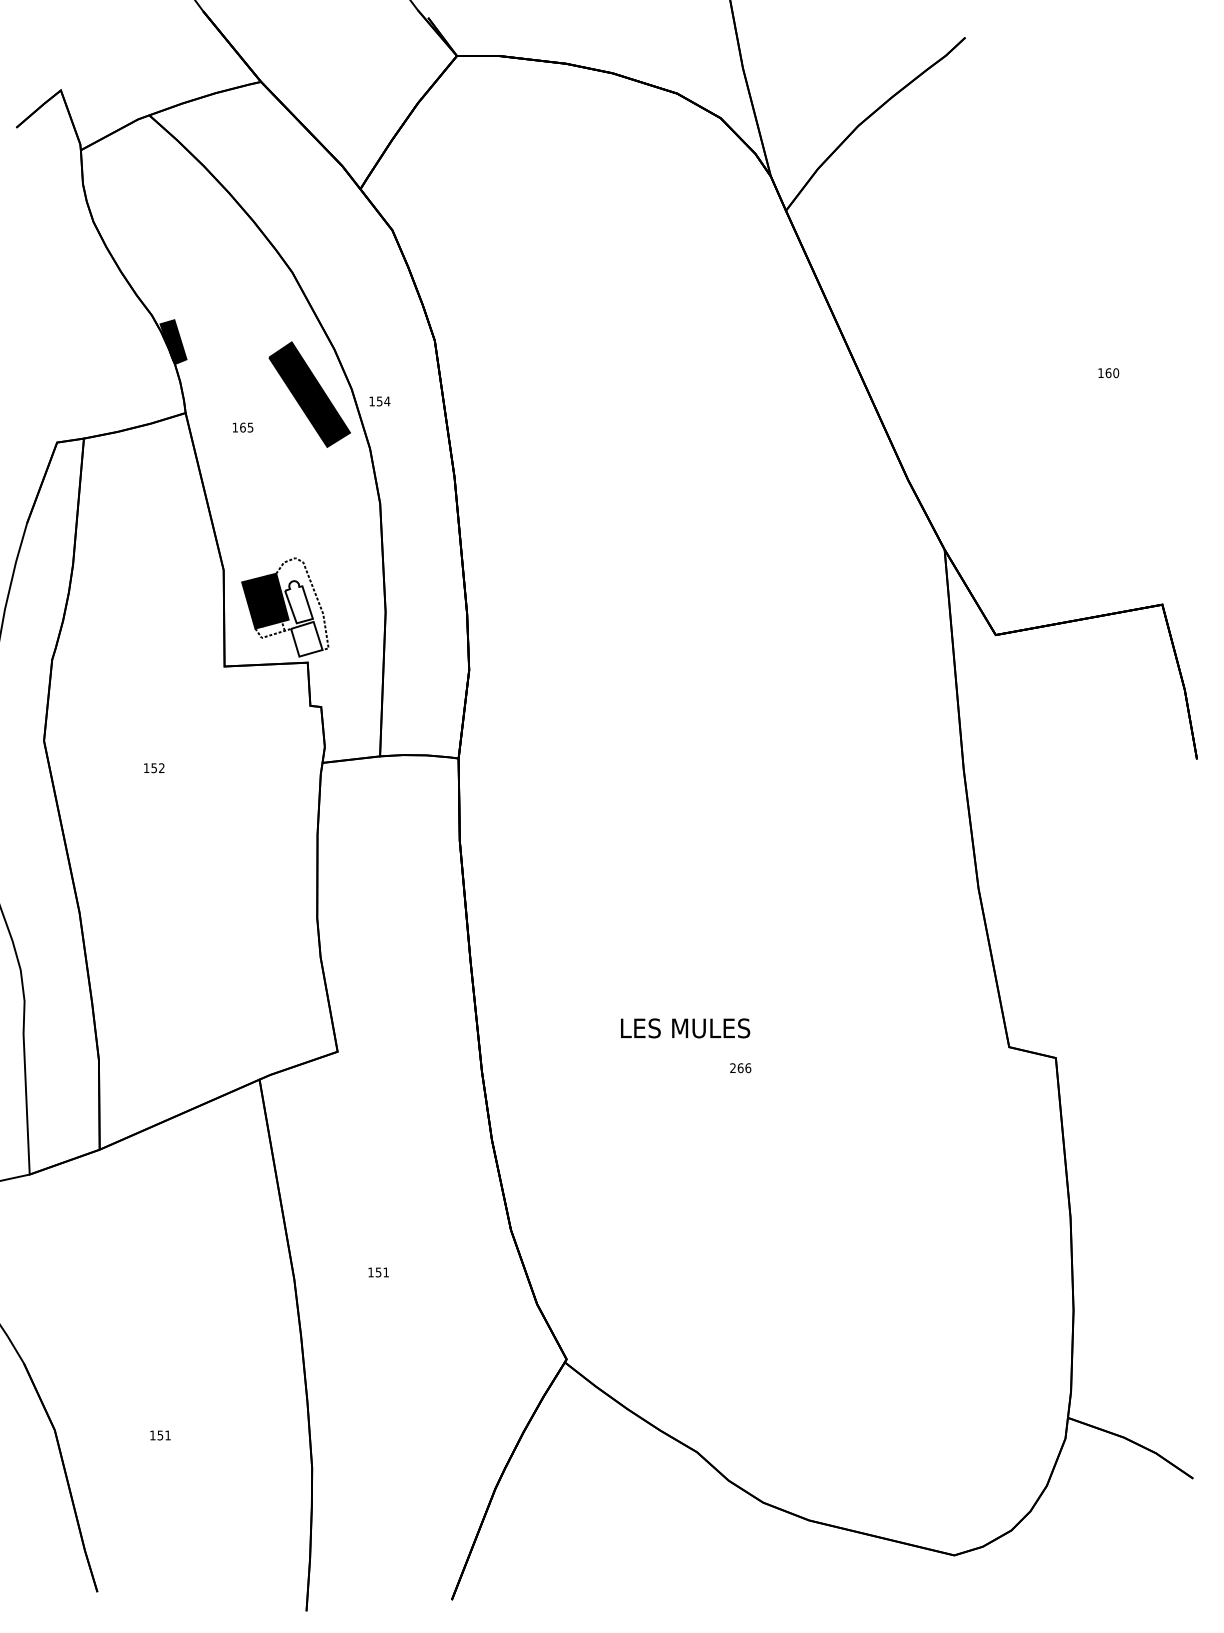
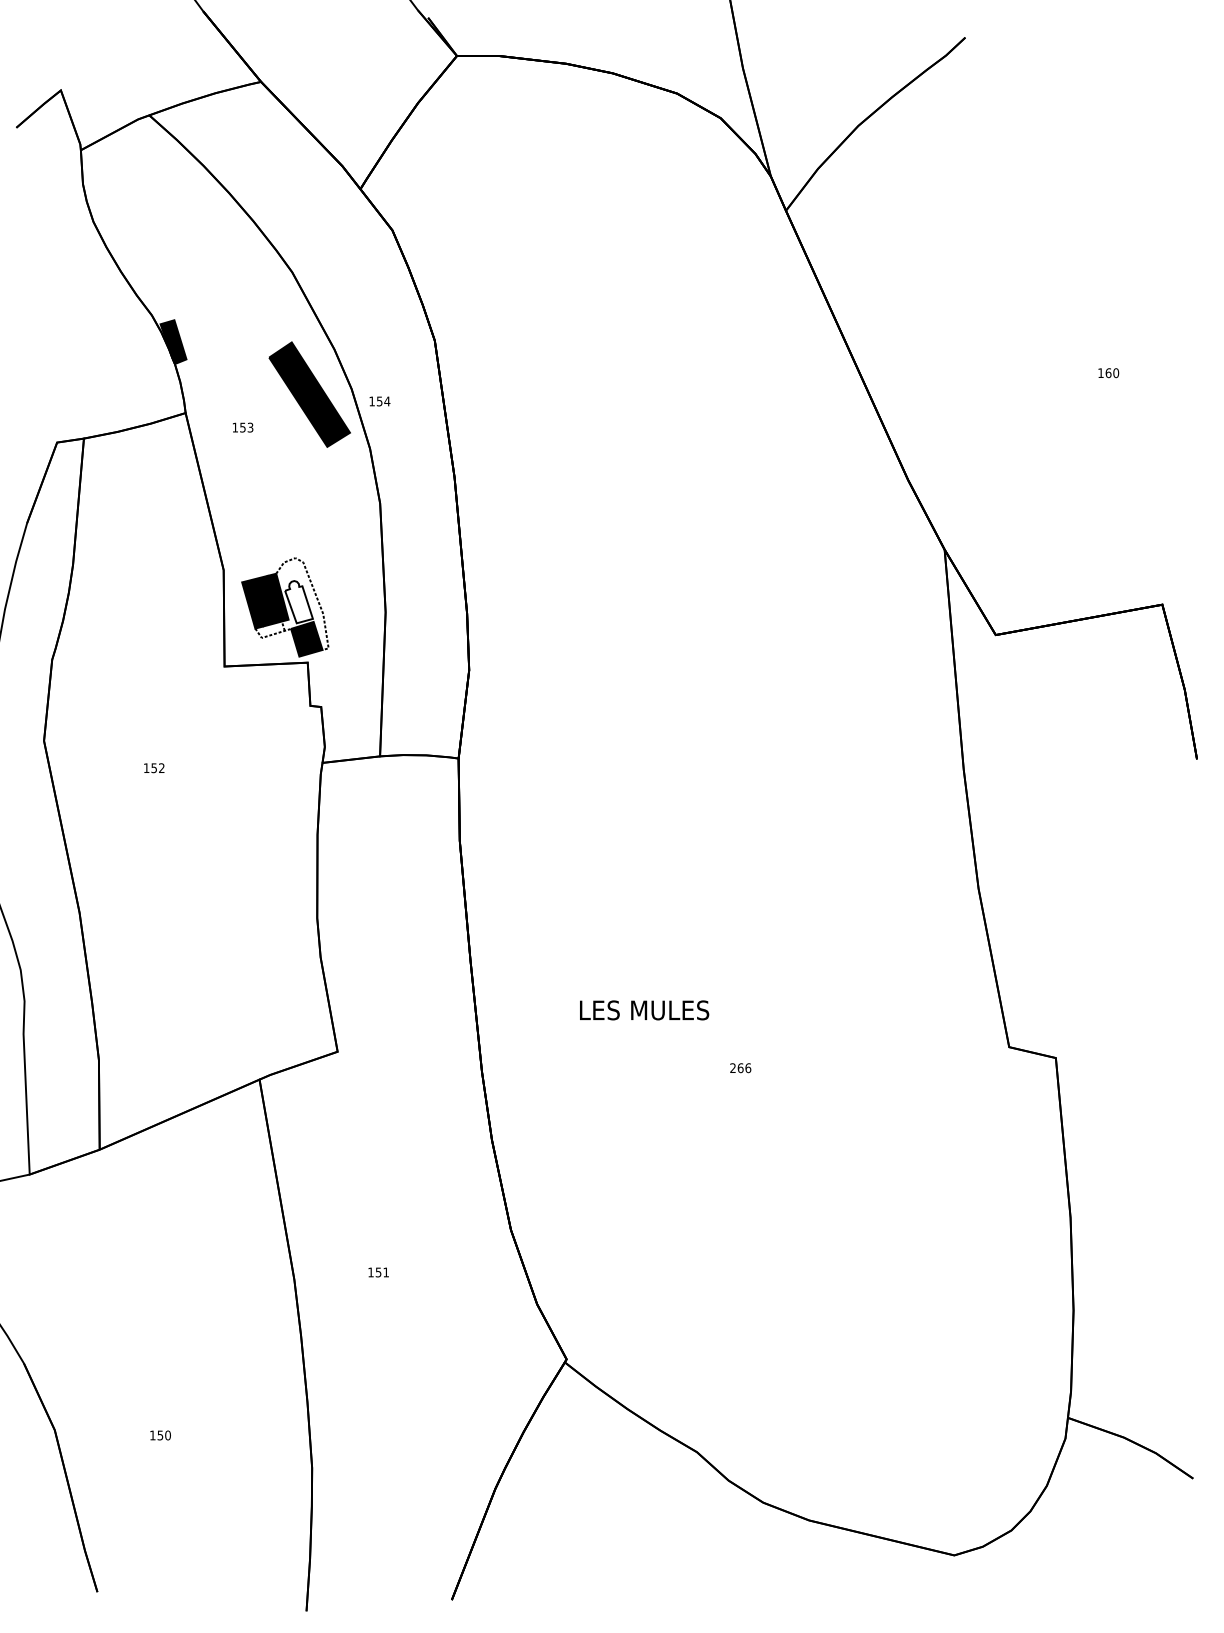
text at (246, 427): 165 -> 153
fill at (306, 638): none -> present
text at (685, 1028) position: (685, 1028) -> (644, 1010)
text at (167, 1435): 151 -> 150
